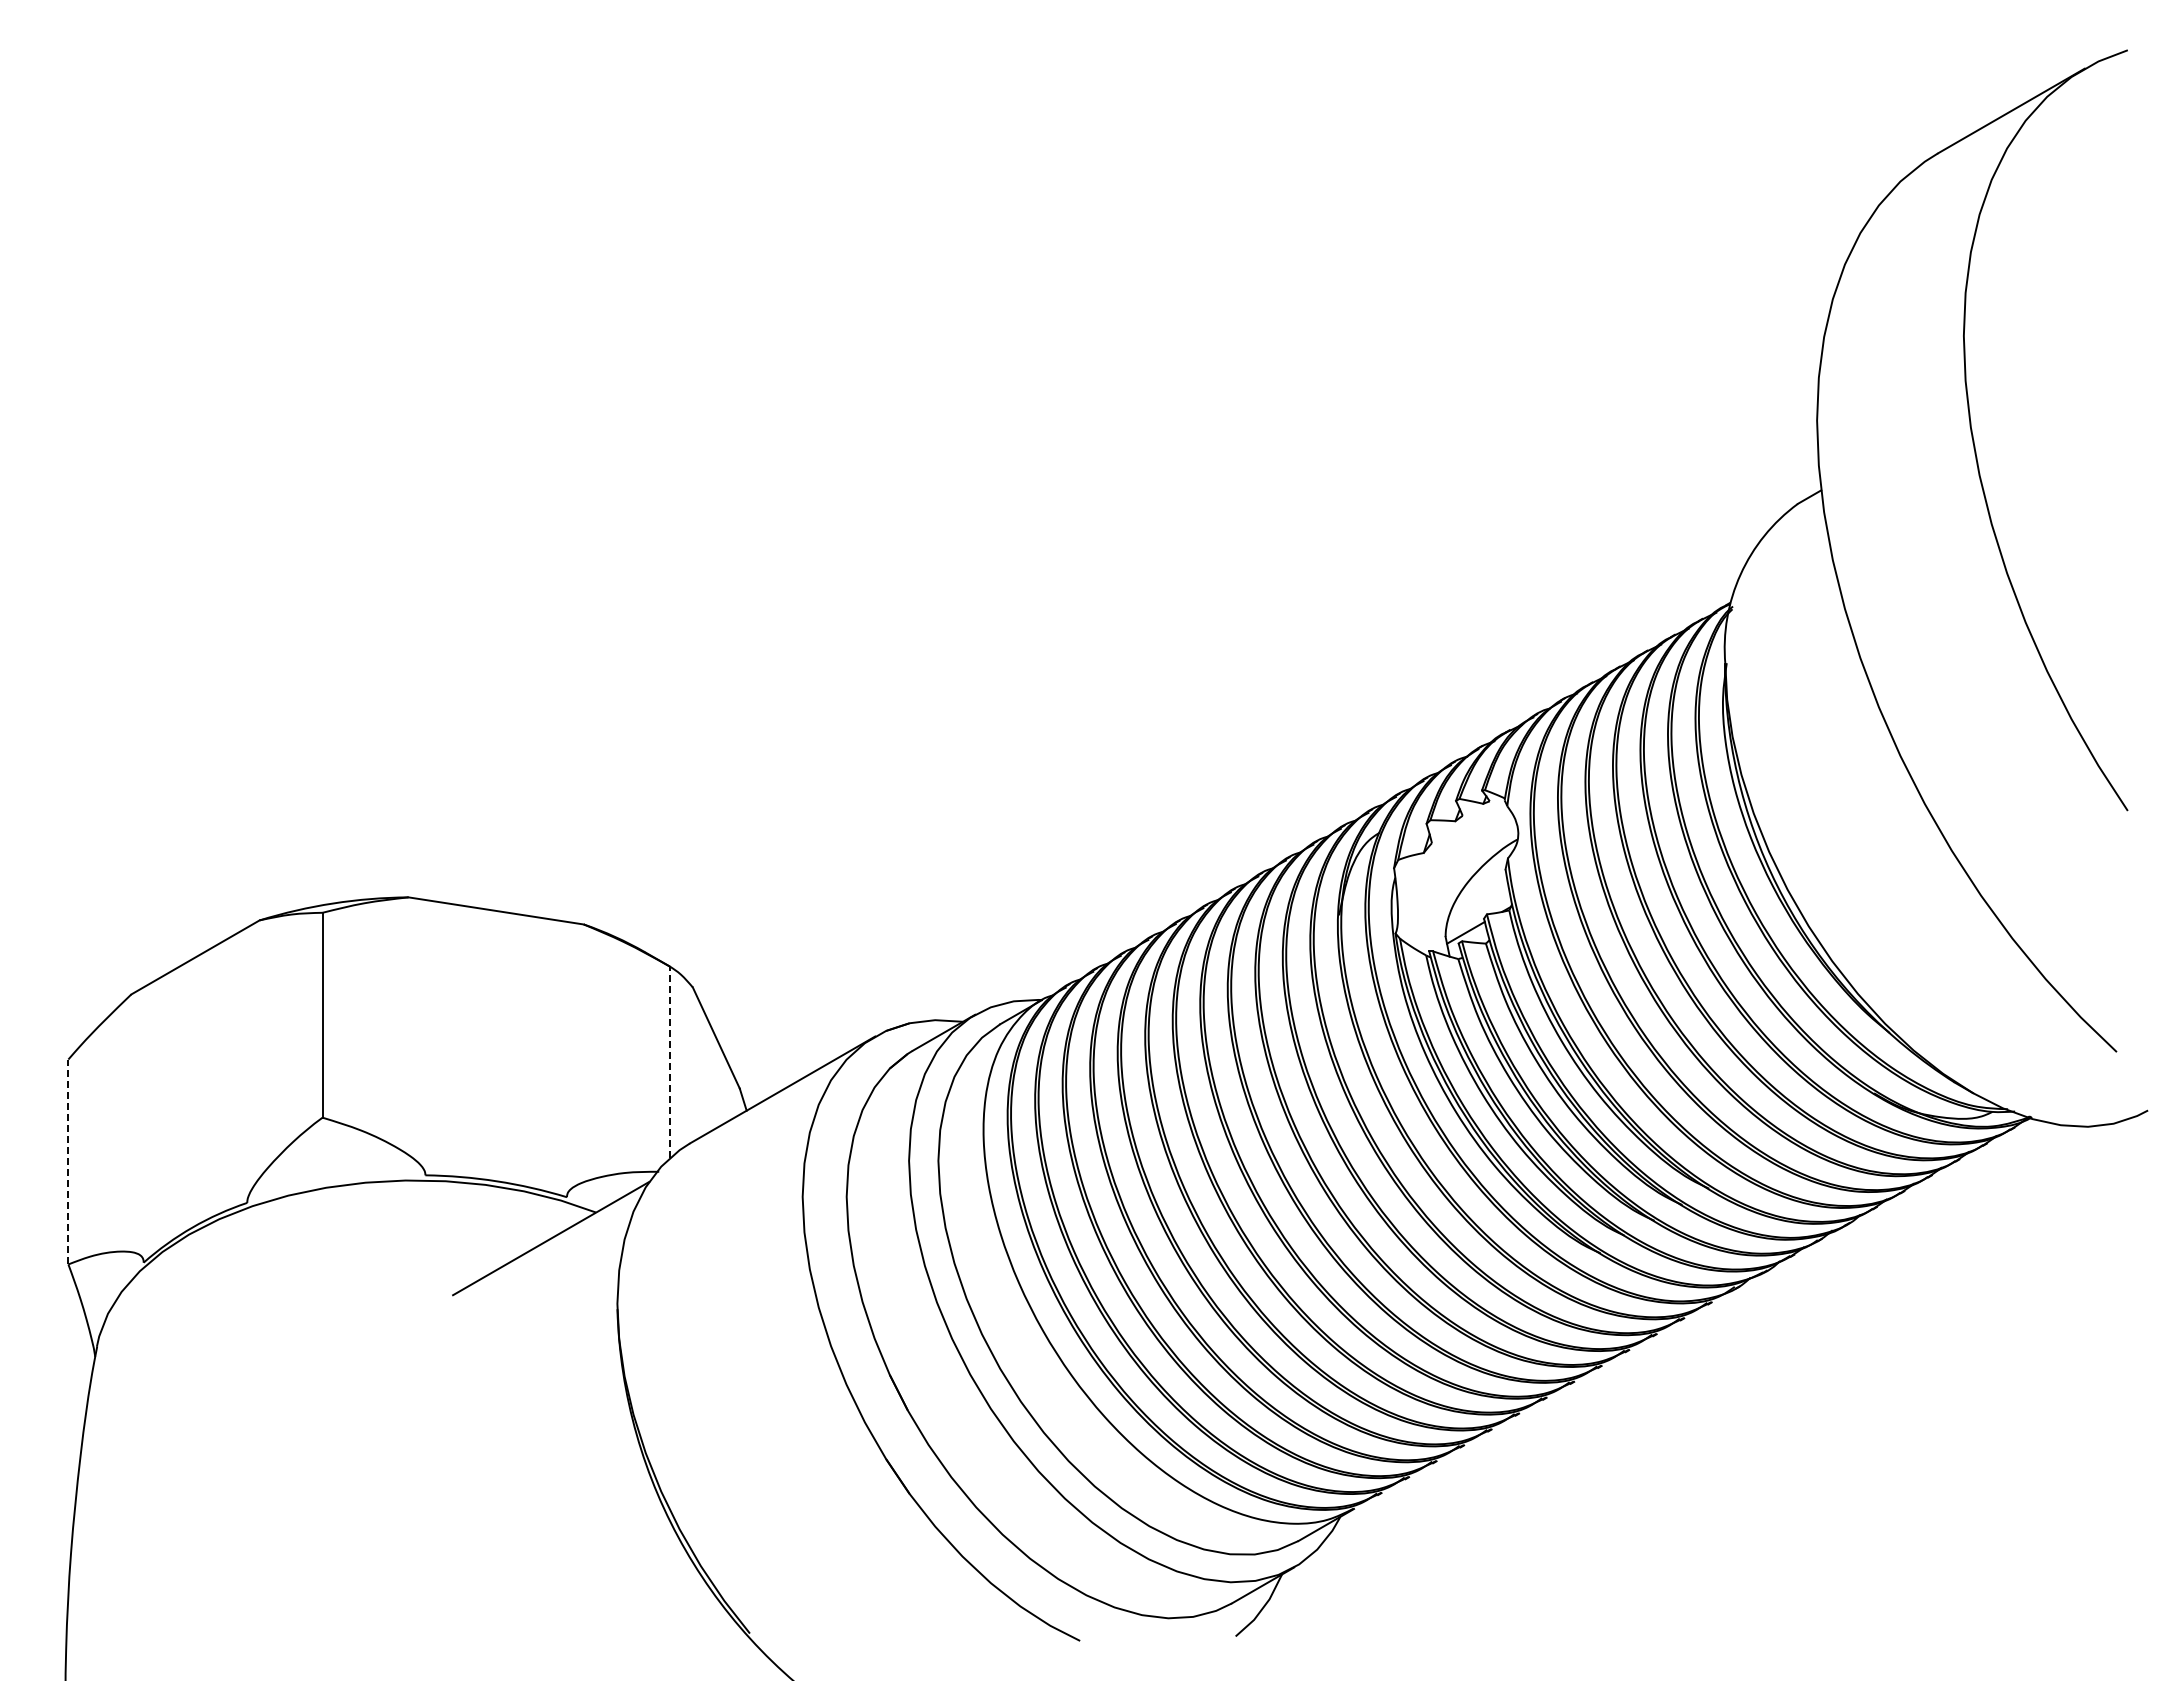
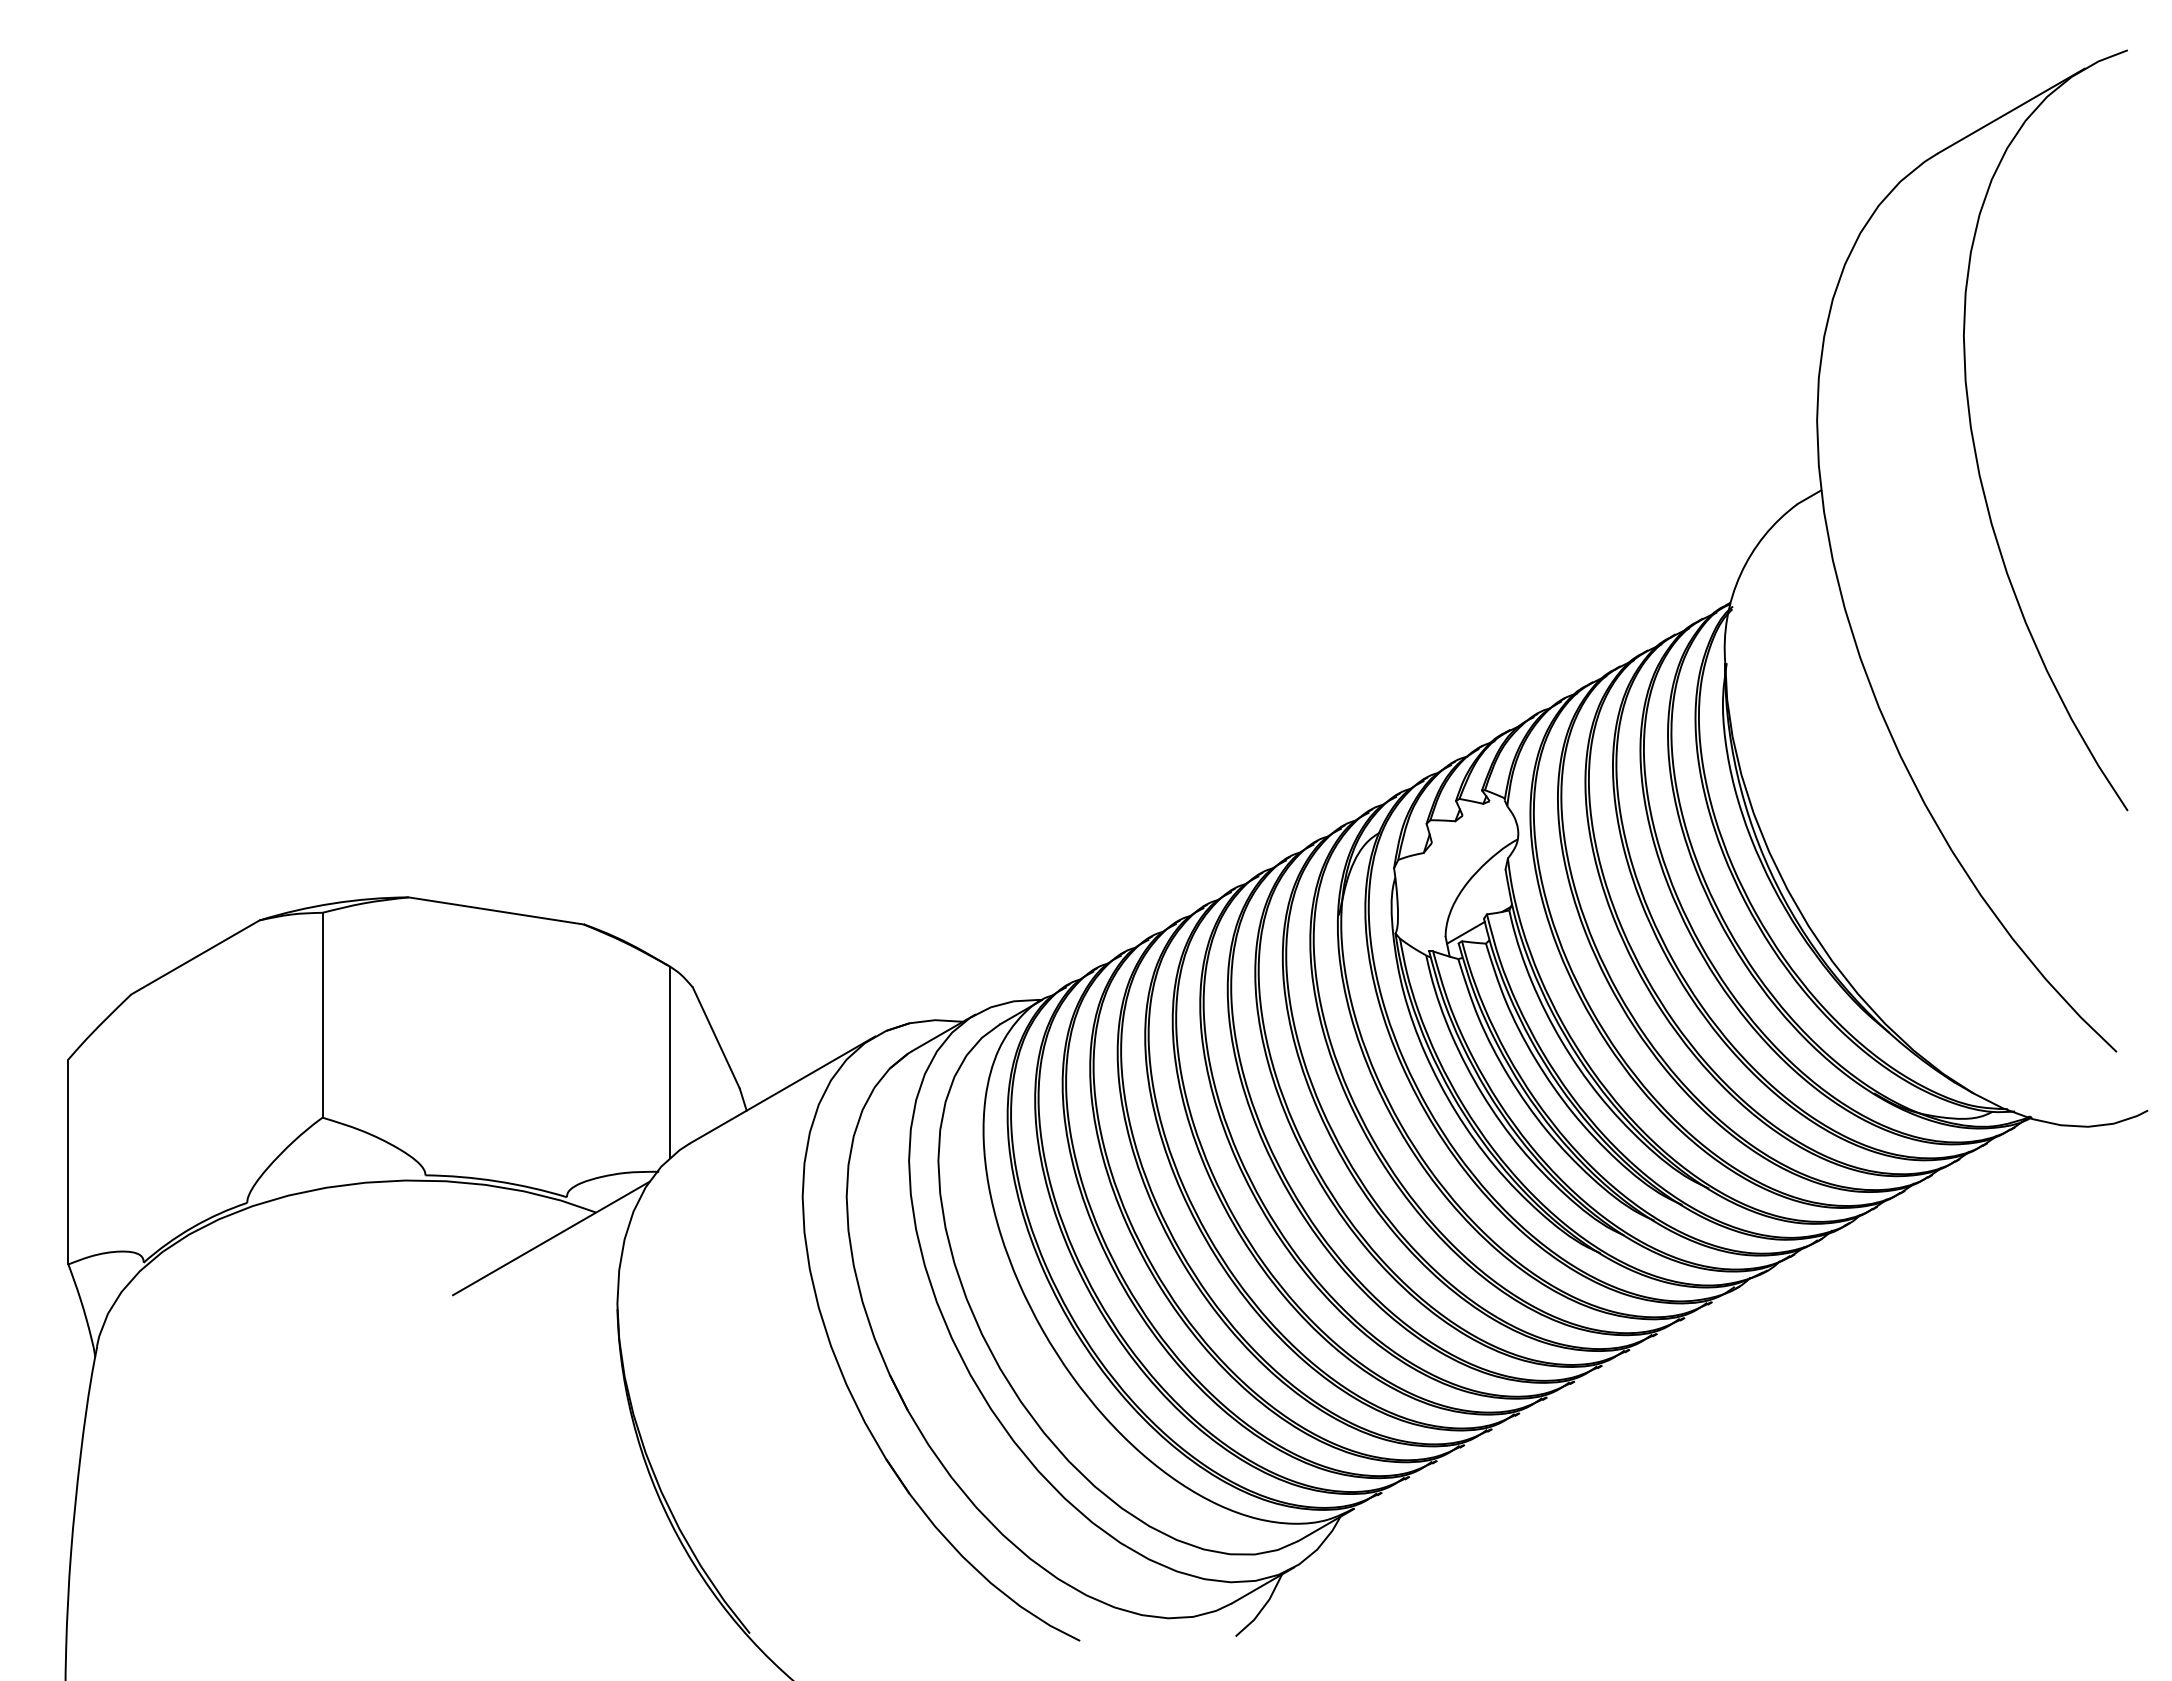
line at (669, 1062): dashed -> solid
line at (68, 1161): dashed -> solid
